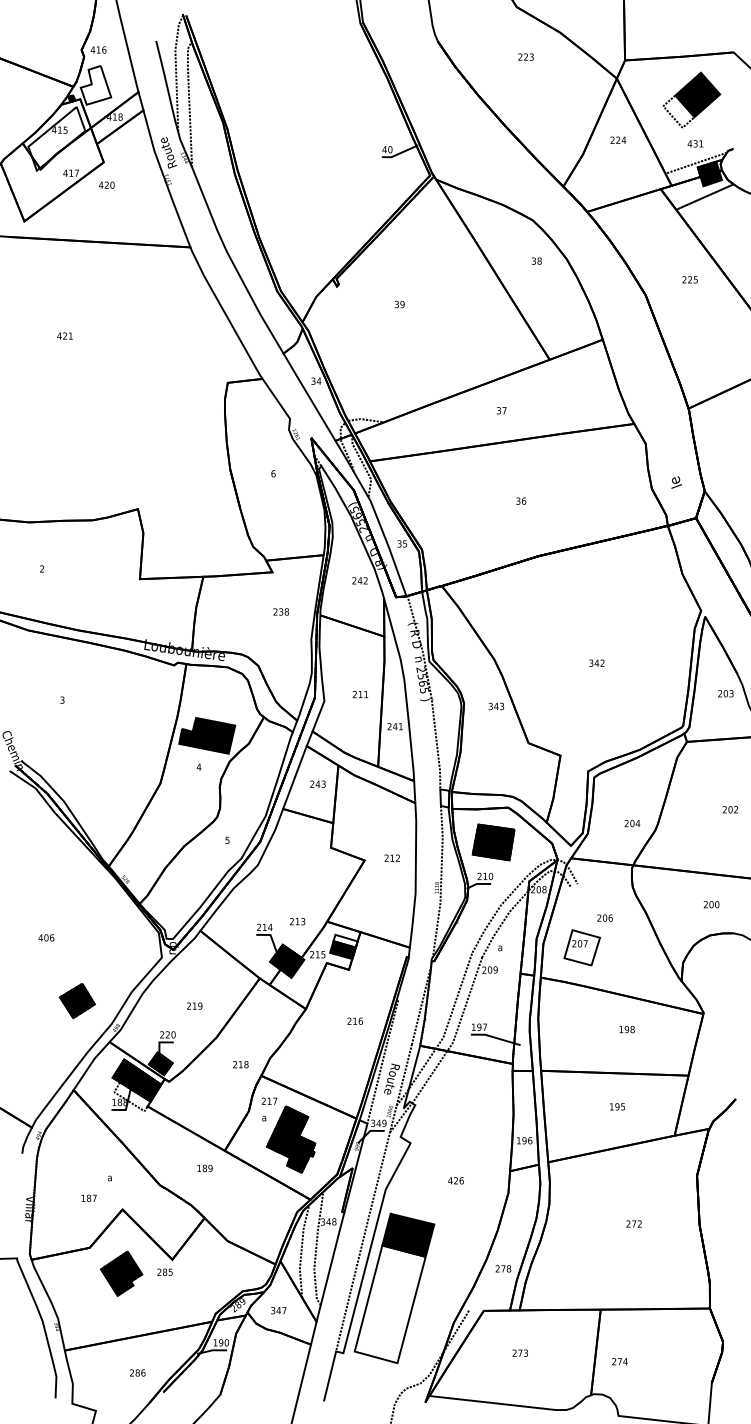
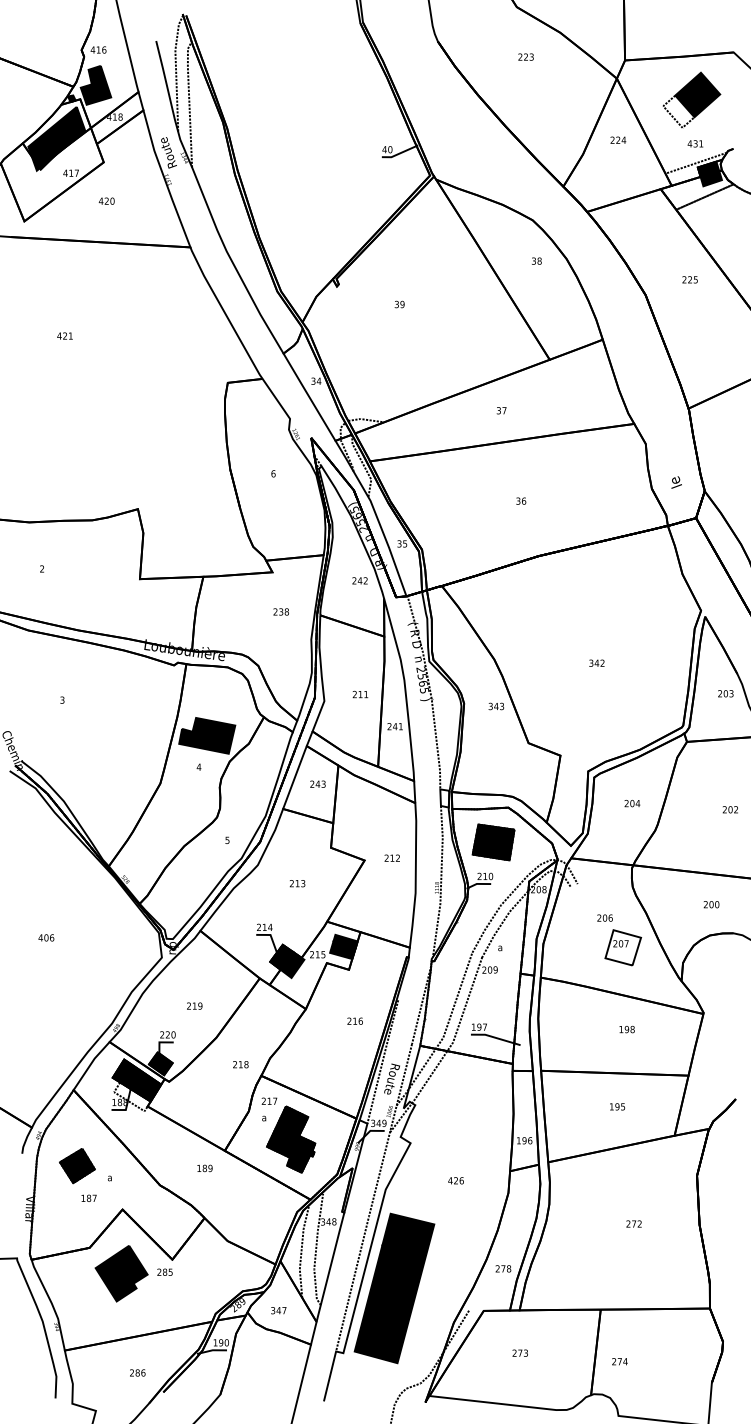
fill at (95, 84): none -> present
fill at (56, 138): none -> present
text at (106, 184) position: (106, 184) -> (106, 200)
text at (632, 823) position: (632, 823) -> (632, 803)
text at (297, 921) position: (297, 921) -> (297, 883)
fill at (345, 940): none -> present
part at (582, 947) position: (582, 947) -> (623, 947)
part at (77, 1001) position: (77, 1001) -> (77, 1166)
part at (121, 1273) size: 45x46 px -> 55x58 px
fill at (389, 1304): none -> present
